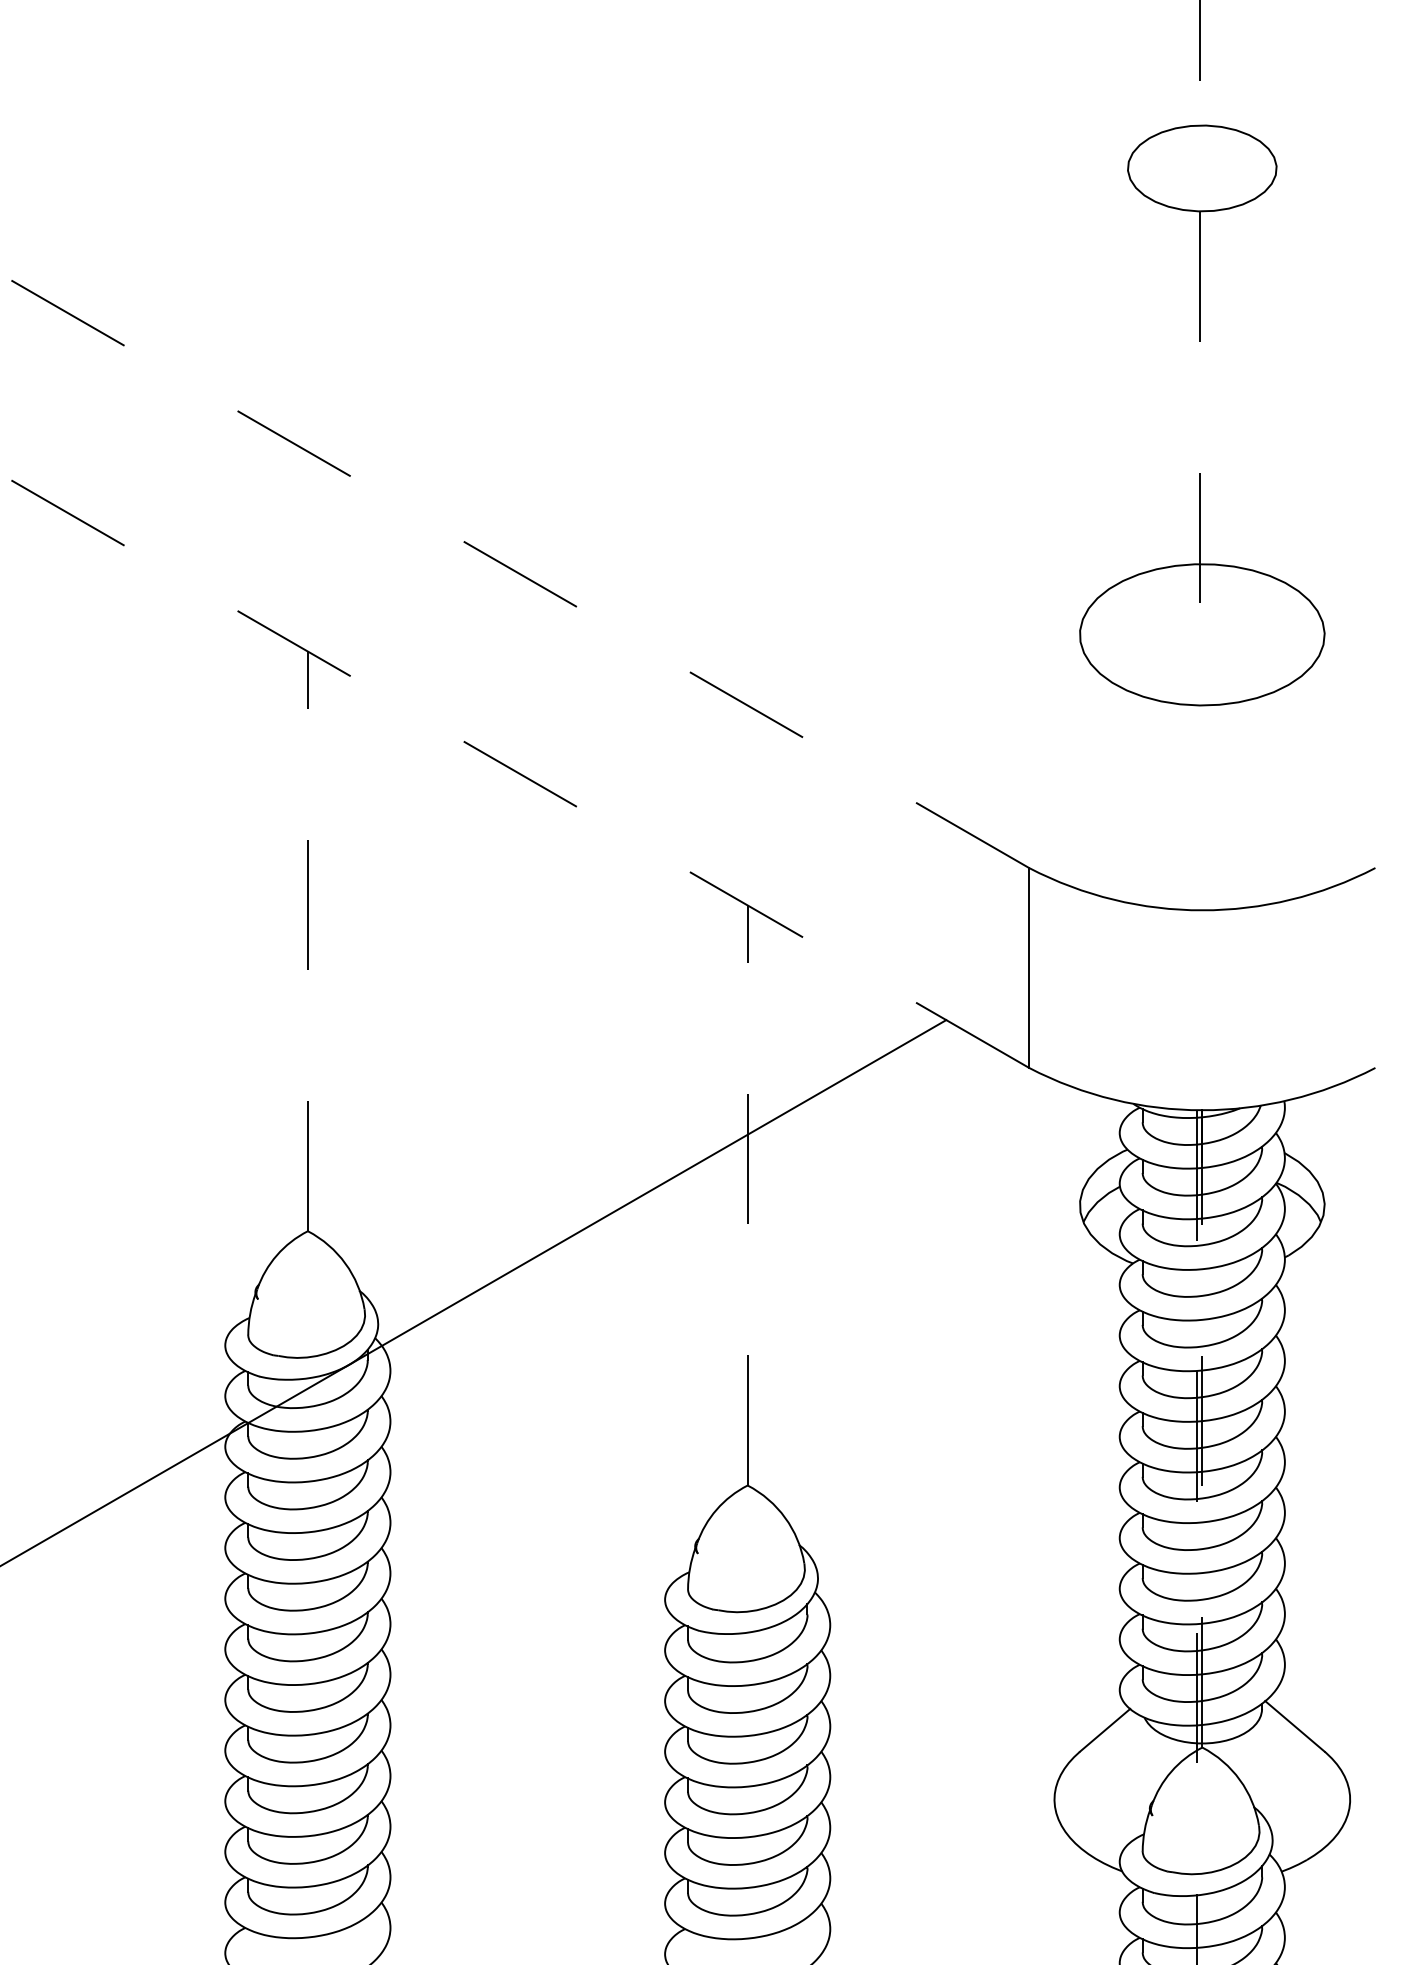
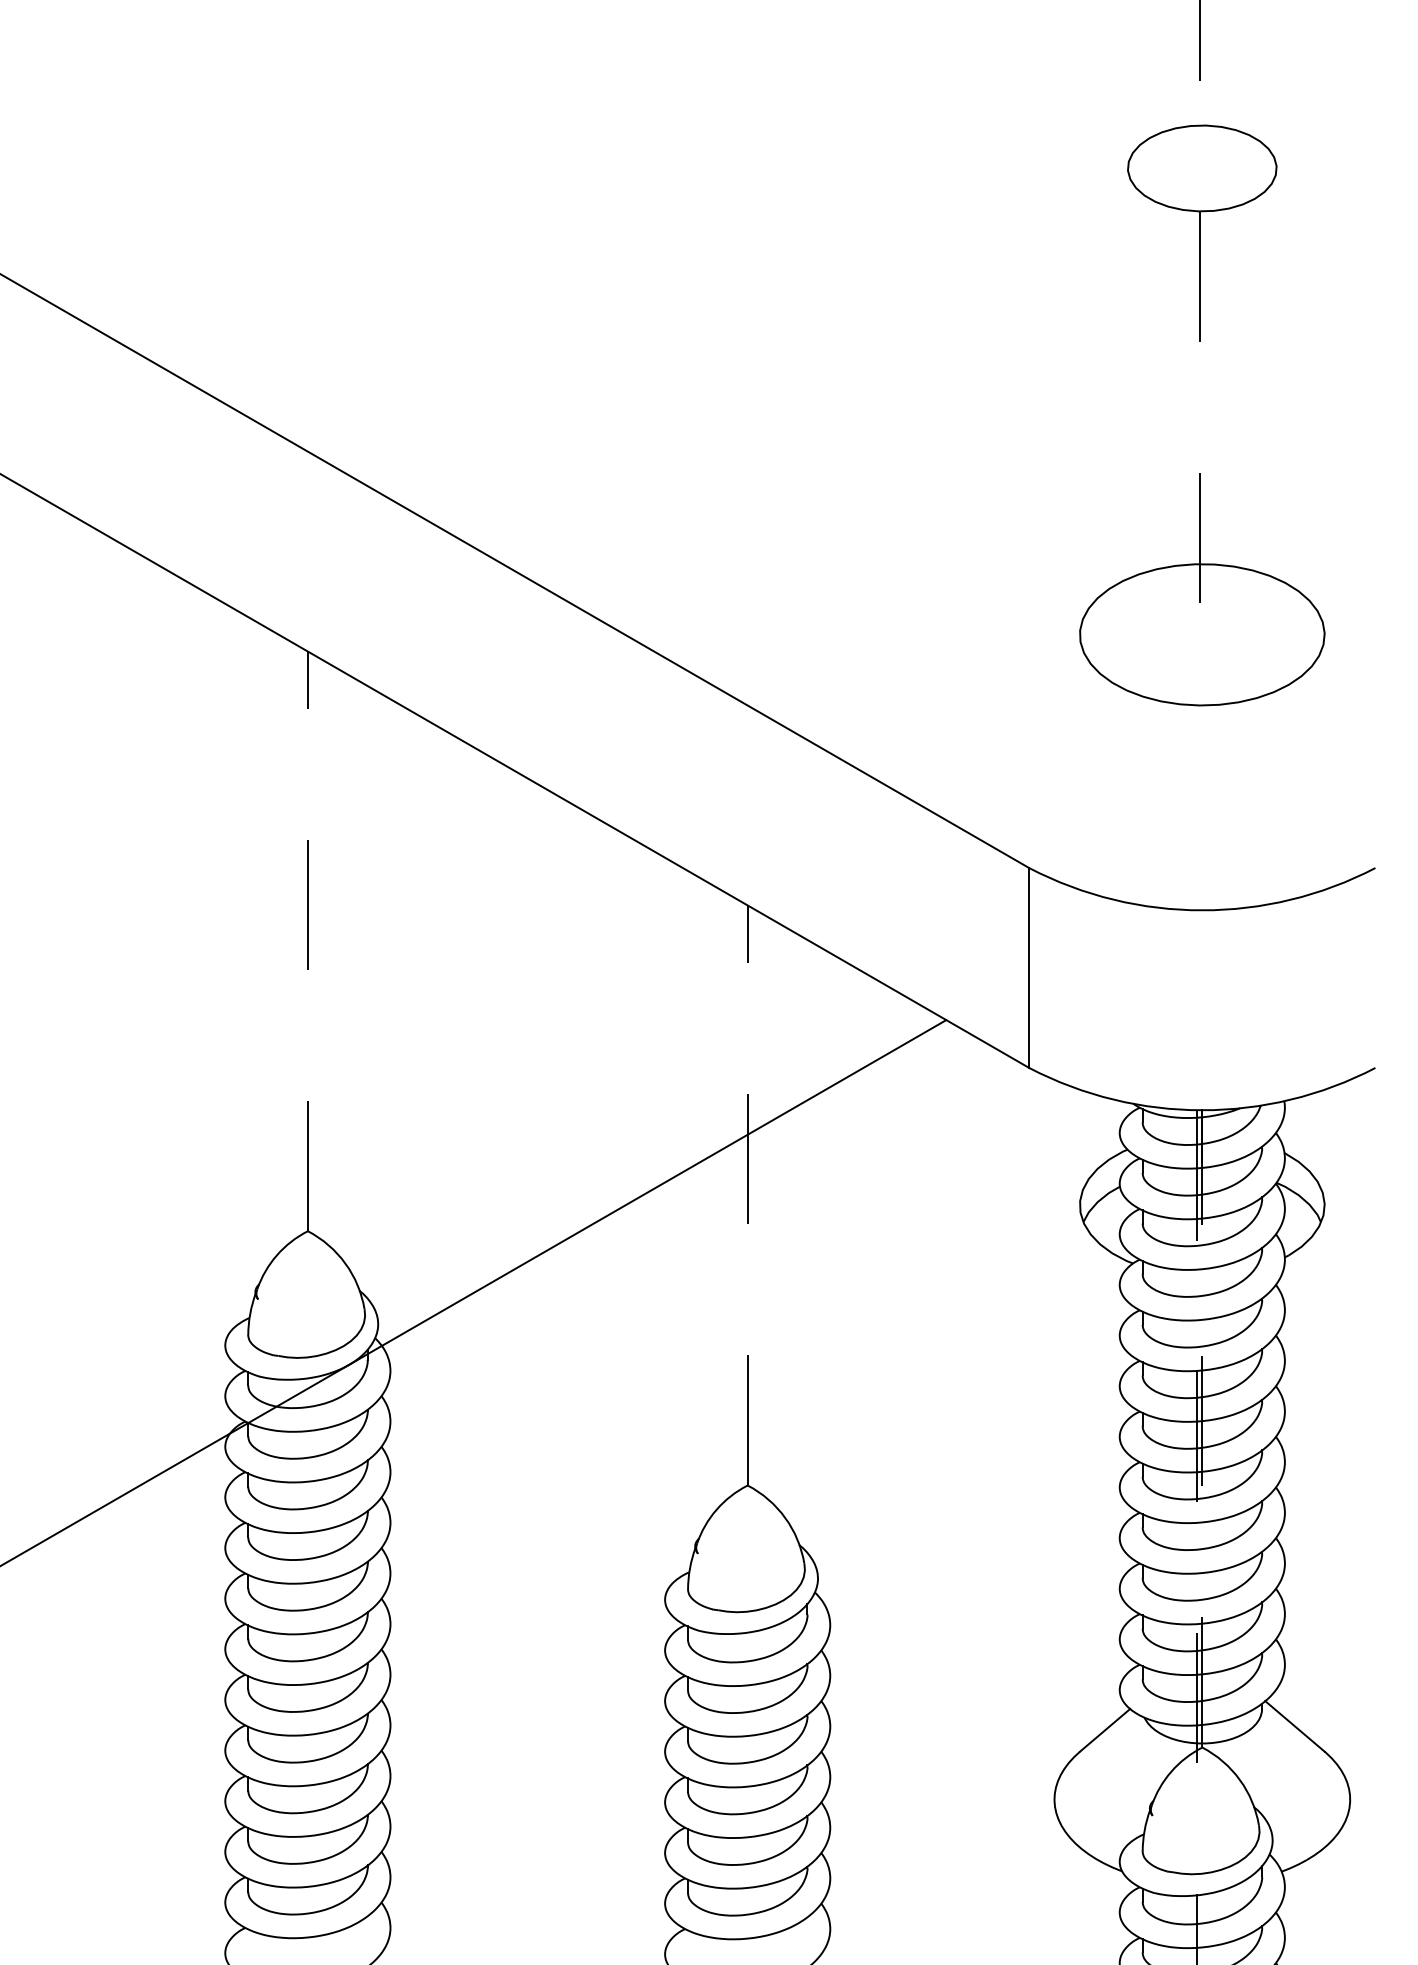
line at (514, 571): dashed -> solid
line at (514, 771): dashed -> solid
